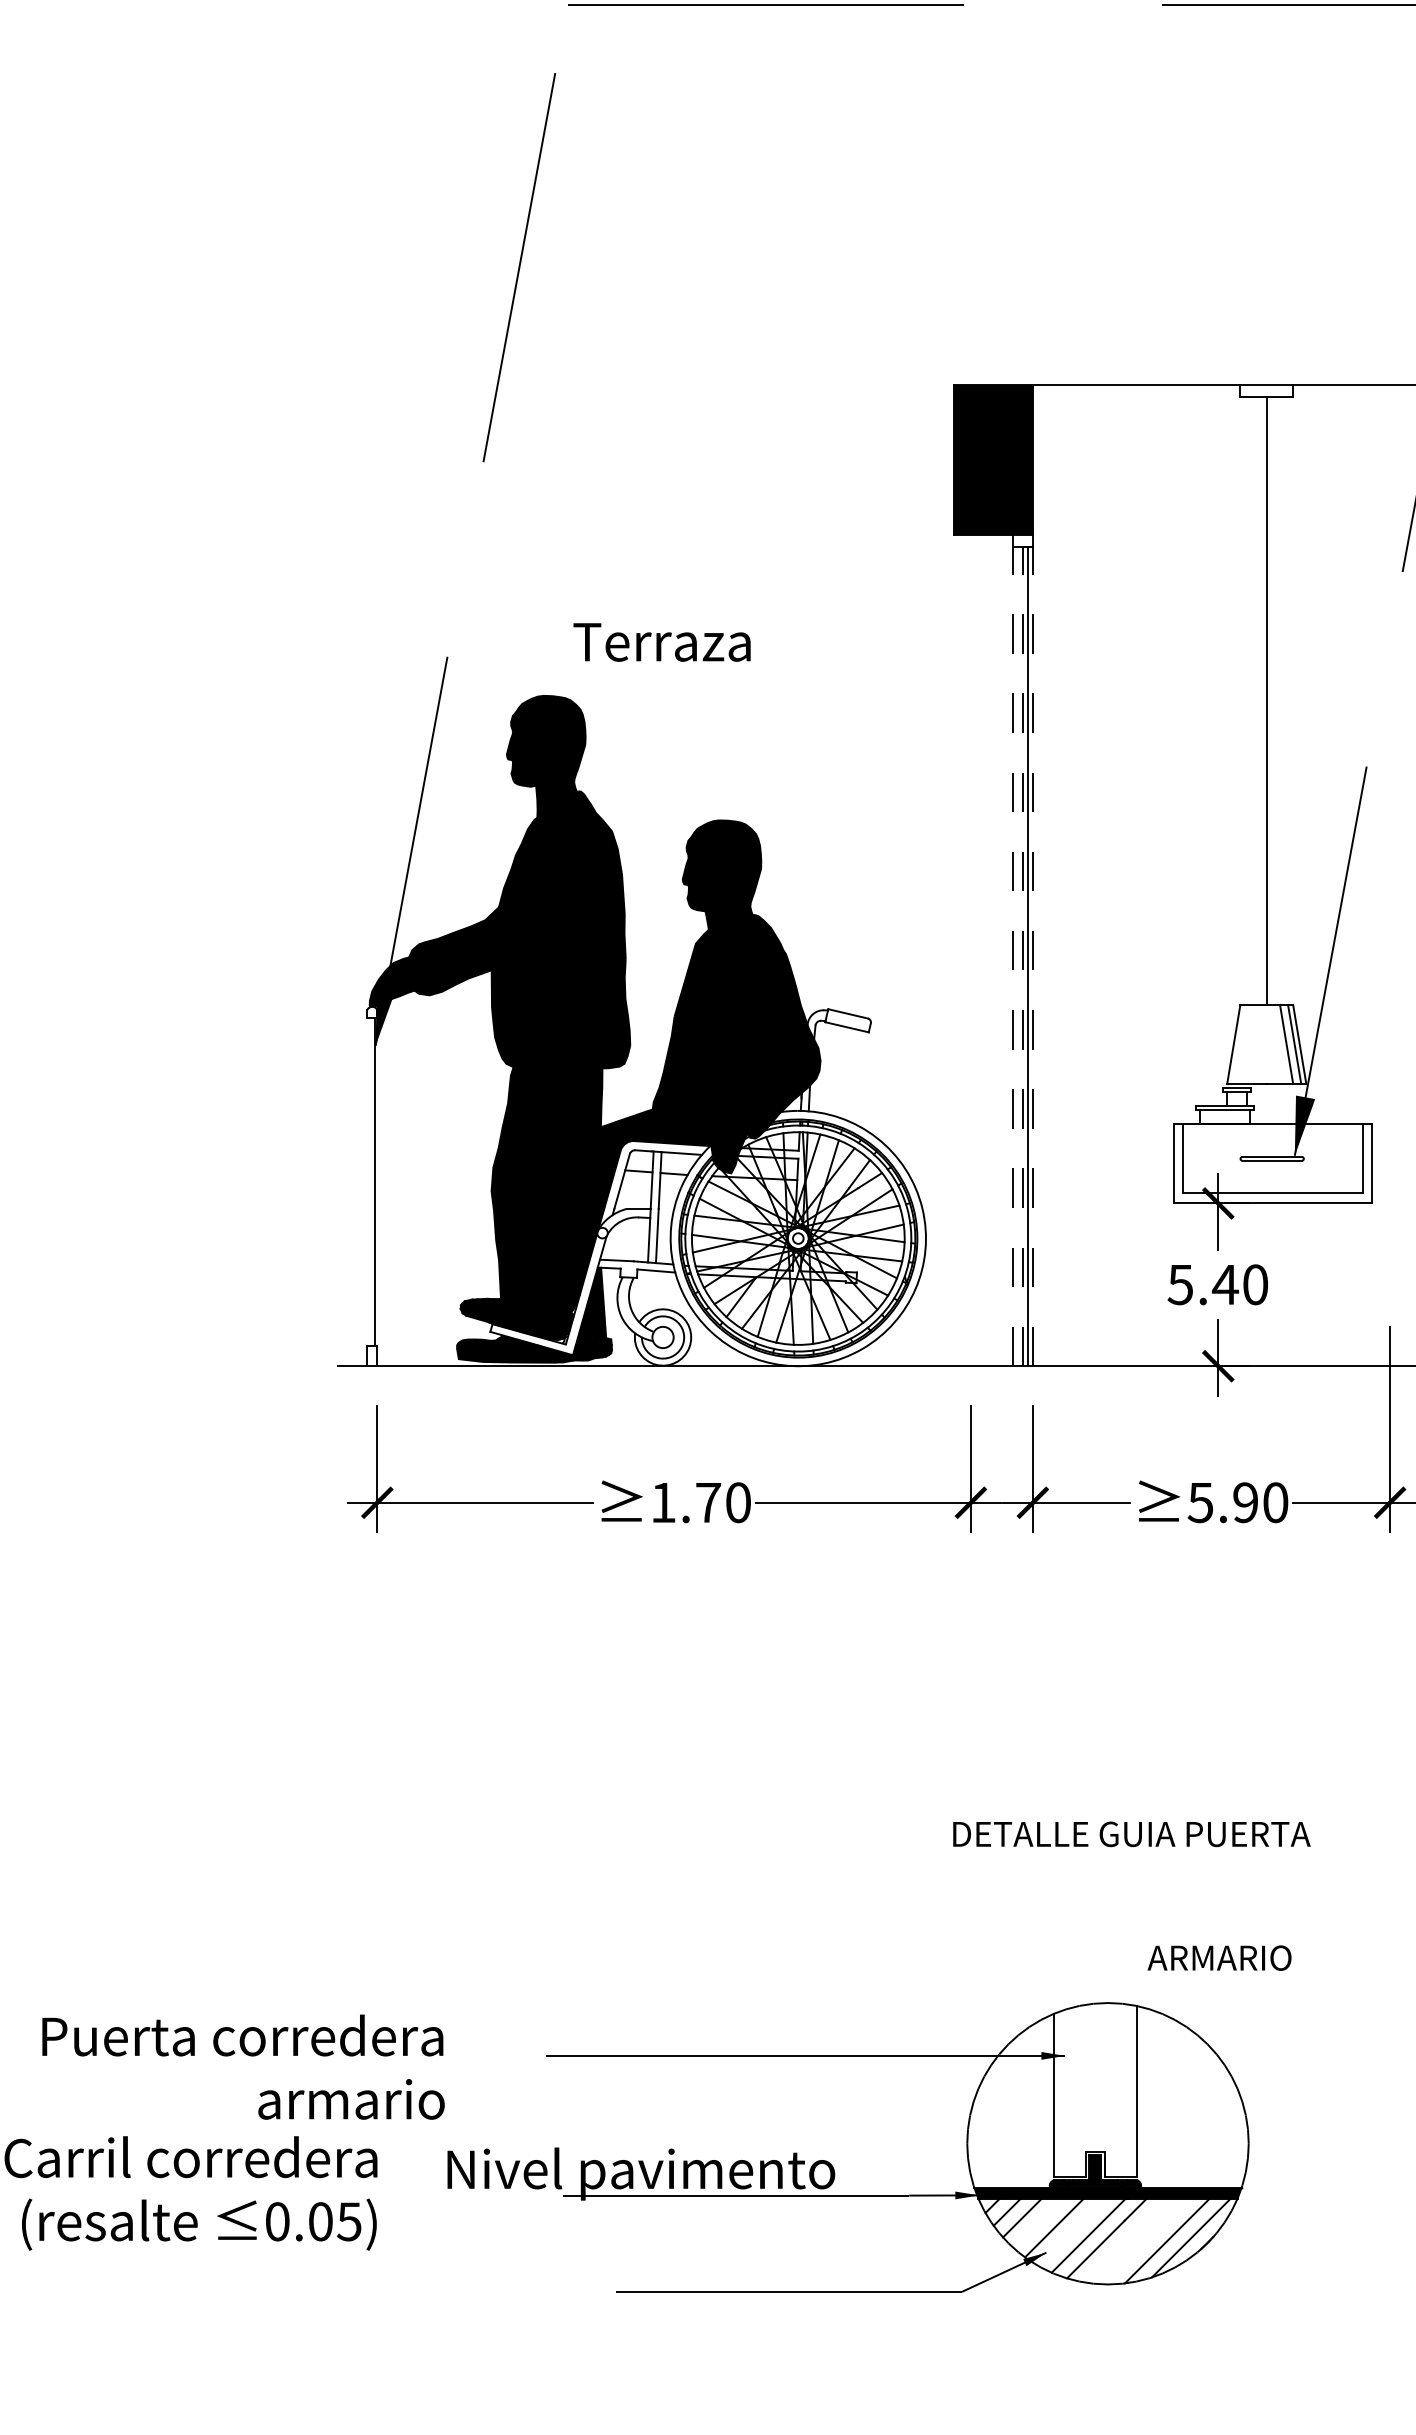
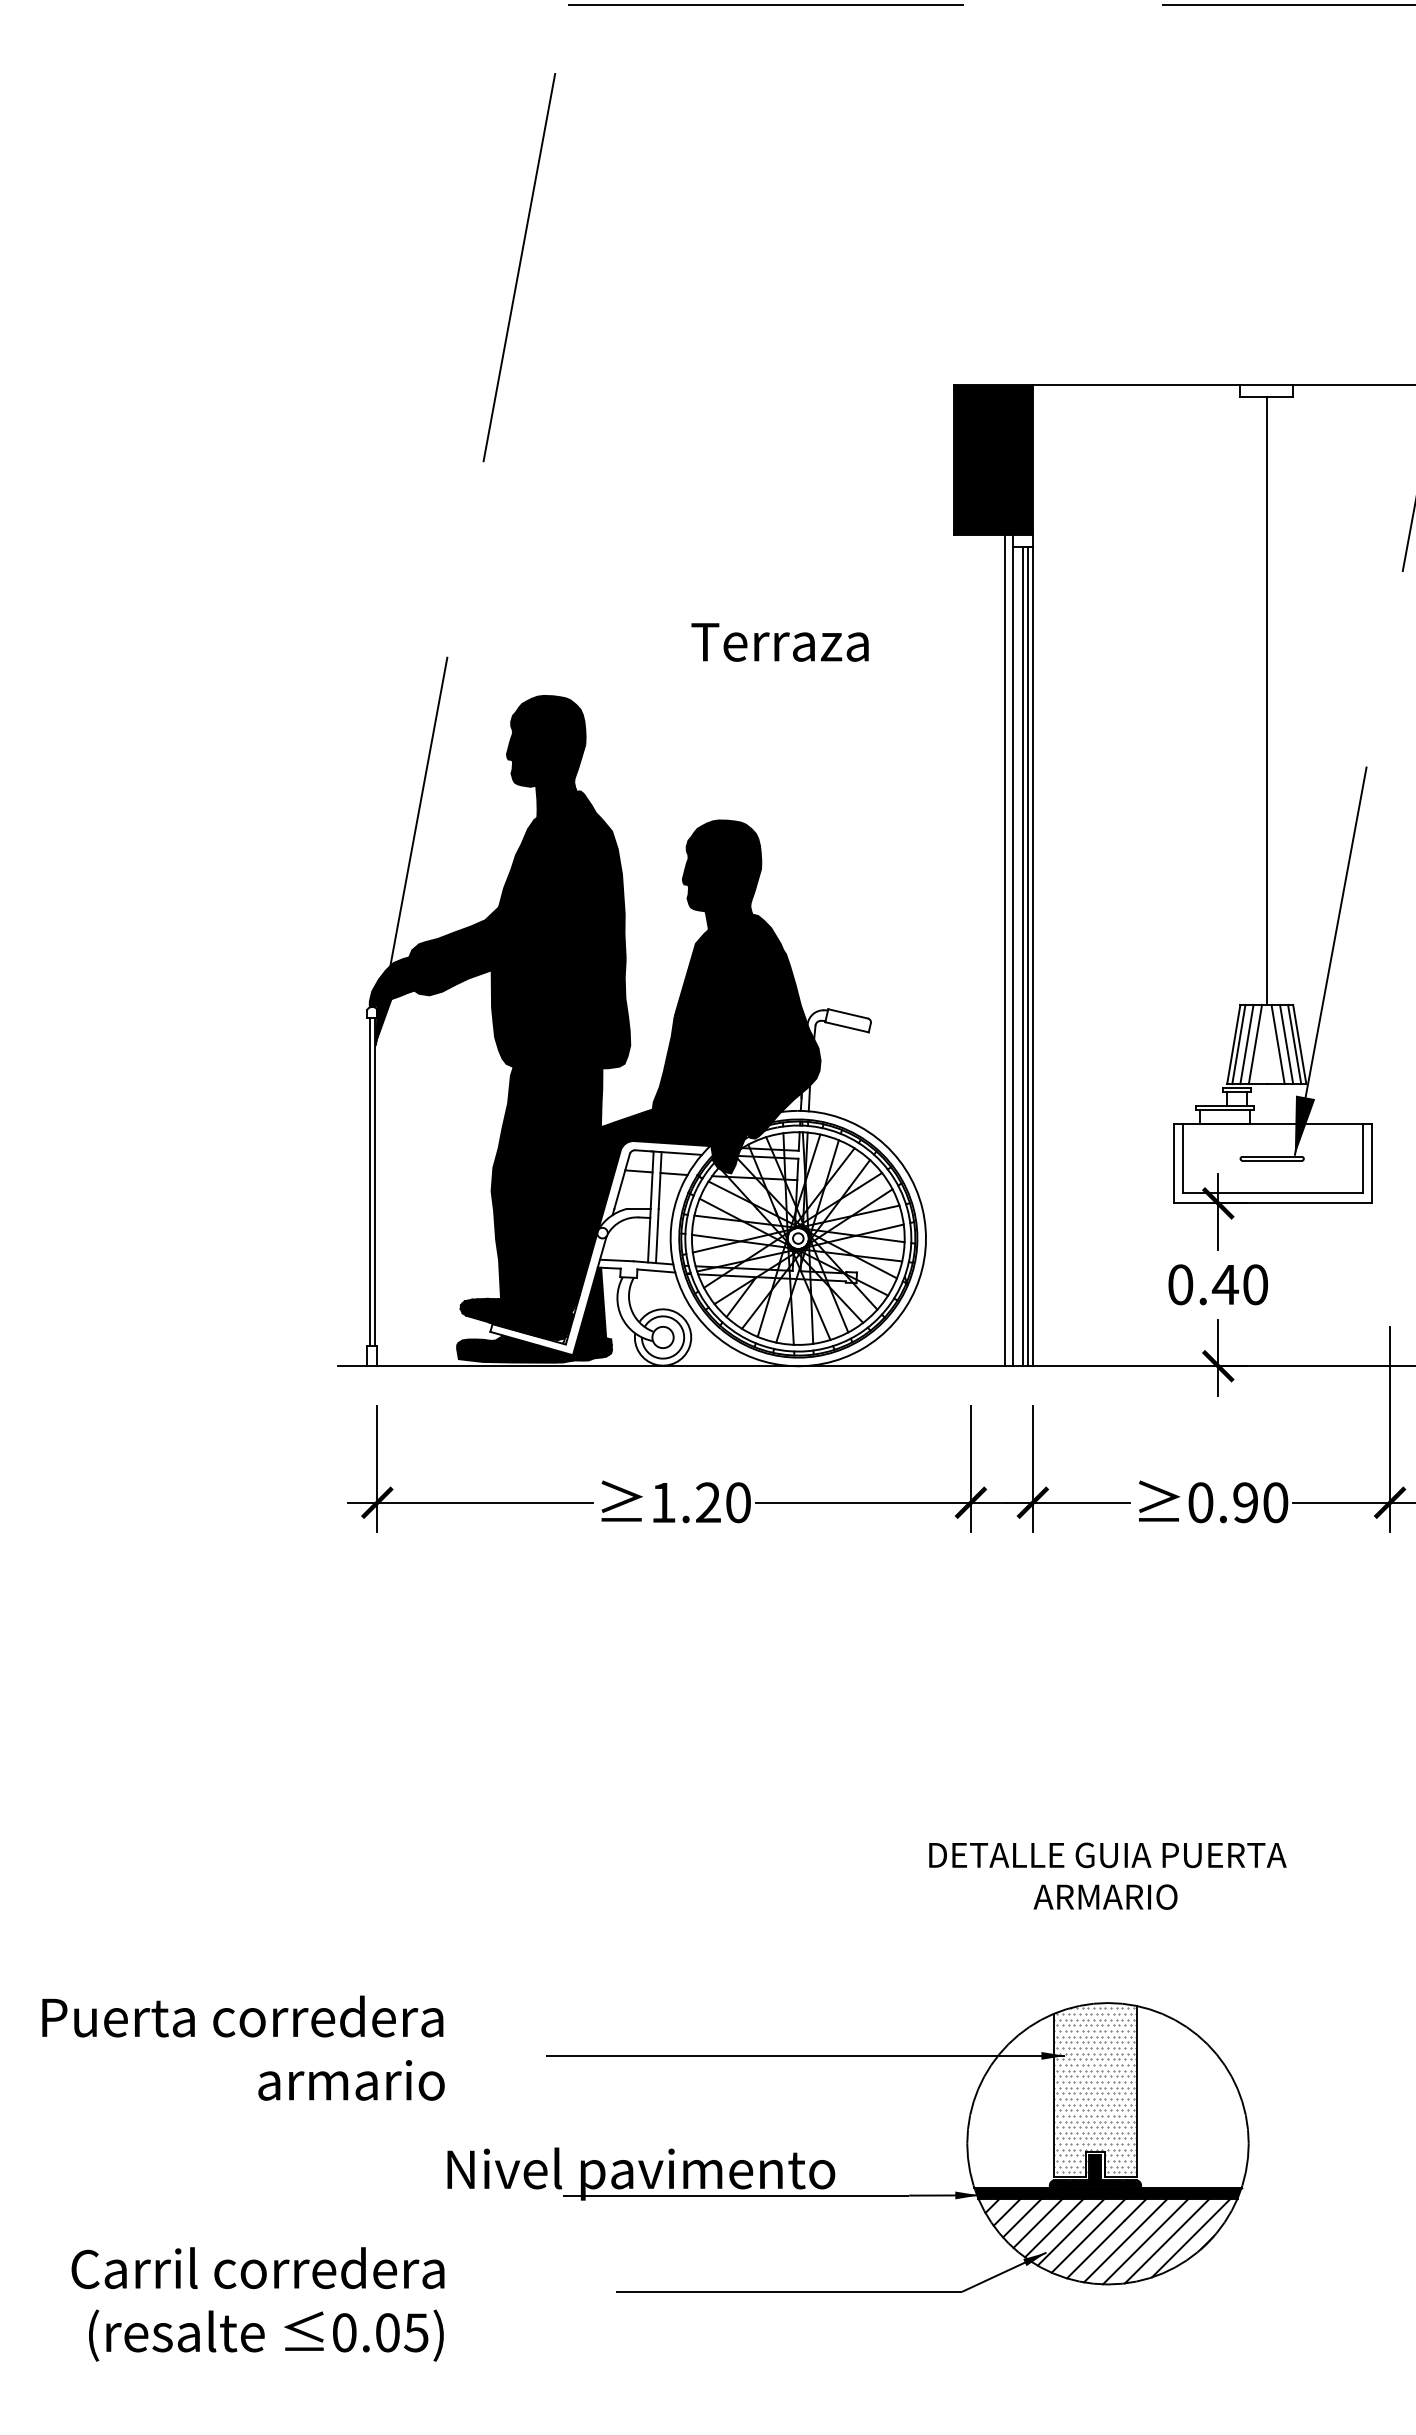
text at (661, 642) position: (661, 642) -> (779, 642)
line at (1005, 950): none -> present
line at (1013, 950): dashed -> solid
line at (1032, 950): dashed -> solid
line at (1022, 956): dashed -> solid
line at (1238, 1044): none -> present
line at (1246, 1044): none -> present
line at (1255, 1044): none -> present
line at (1277, 1044): none -> present
line at (370, 1182): none -> present
text at (1180, 1284): 5.40 -> 0.40
text at (708, 1502): 1.70 -> 1.20
text at (1200, 1502): 5.90 -> 0.90
text at (1131, 1834) position: (1131, 1834) -> (1107, 1855)
text at (1219, 1957) position: (1219, 1957) -> (1105, 1896)
text at (243, 2066) position: (243, 2066) -> (243, 2047)
hatch at (1095, 2090): none -> present
text at (190, 2193) position: (190, 2193) -> (257, 2304)
line at (1037, 2223): none -> present
line at (1070, 2231): none -> present
line at (1125, 2240): none -> present
line at (1145, 2241): none -> present
